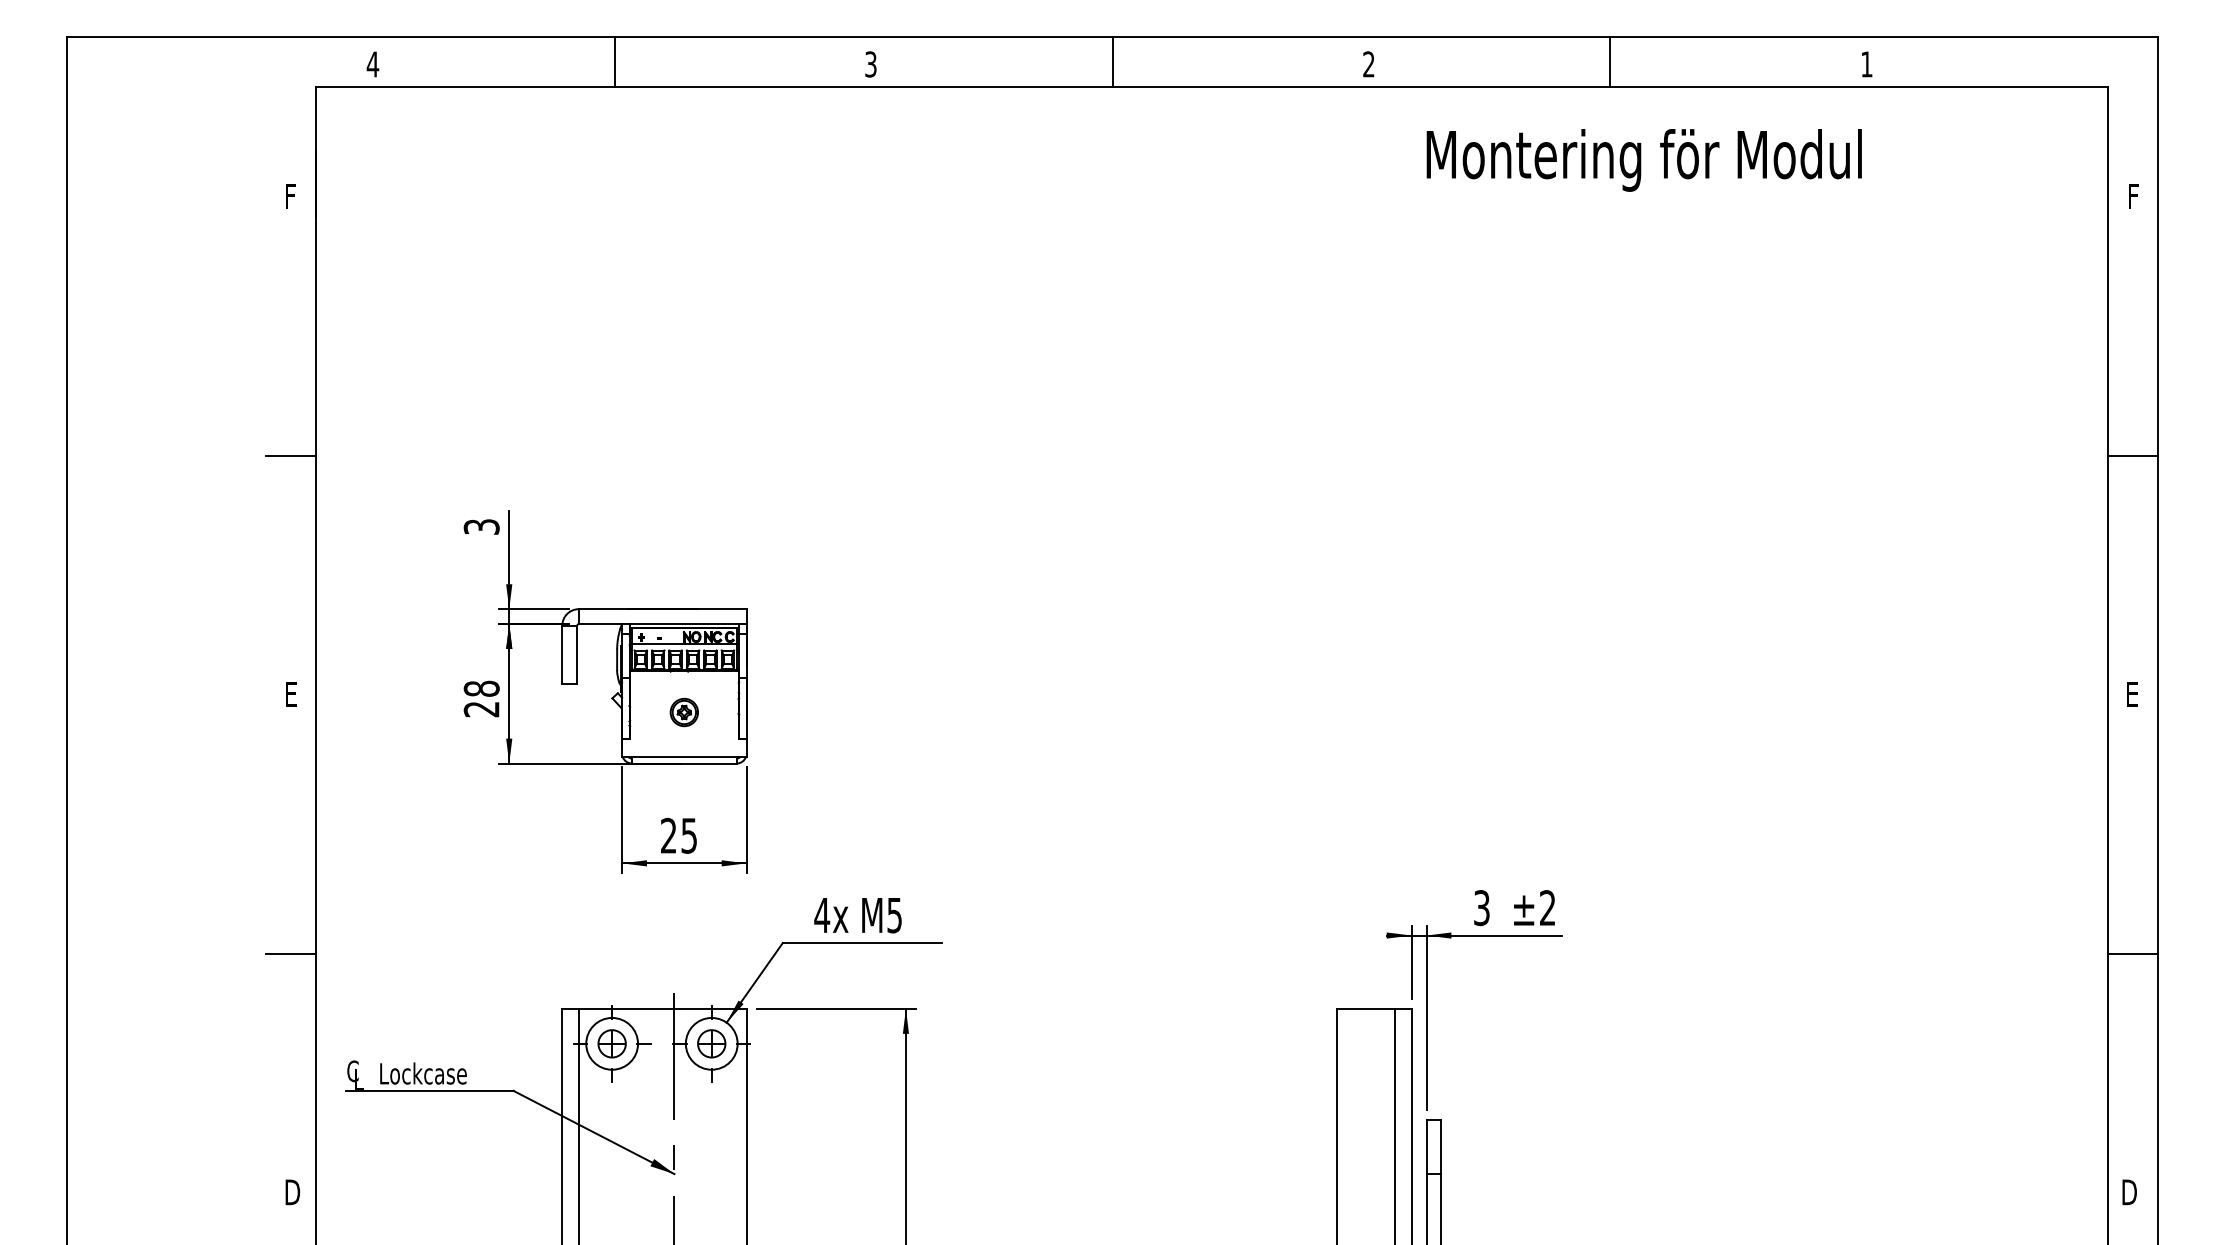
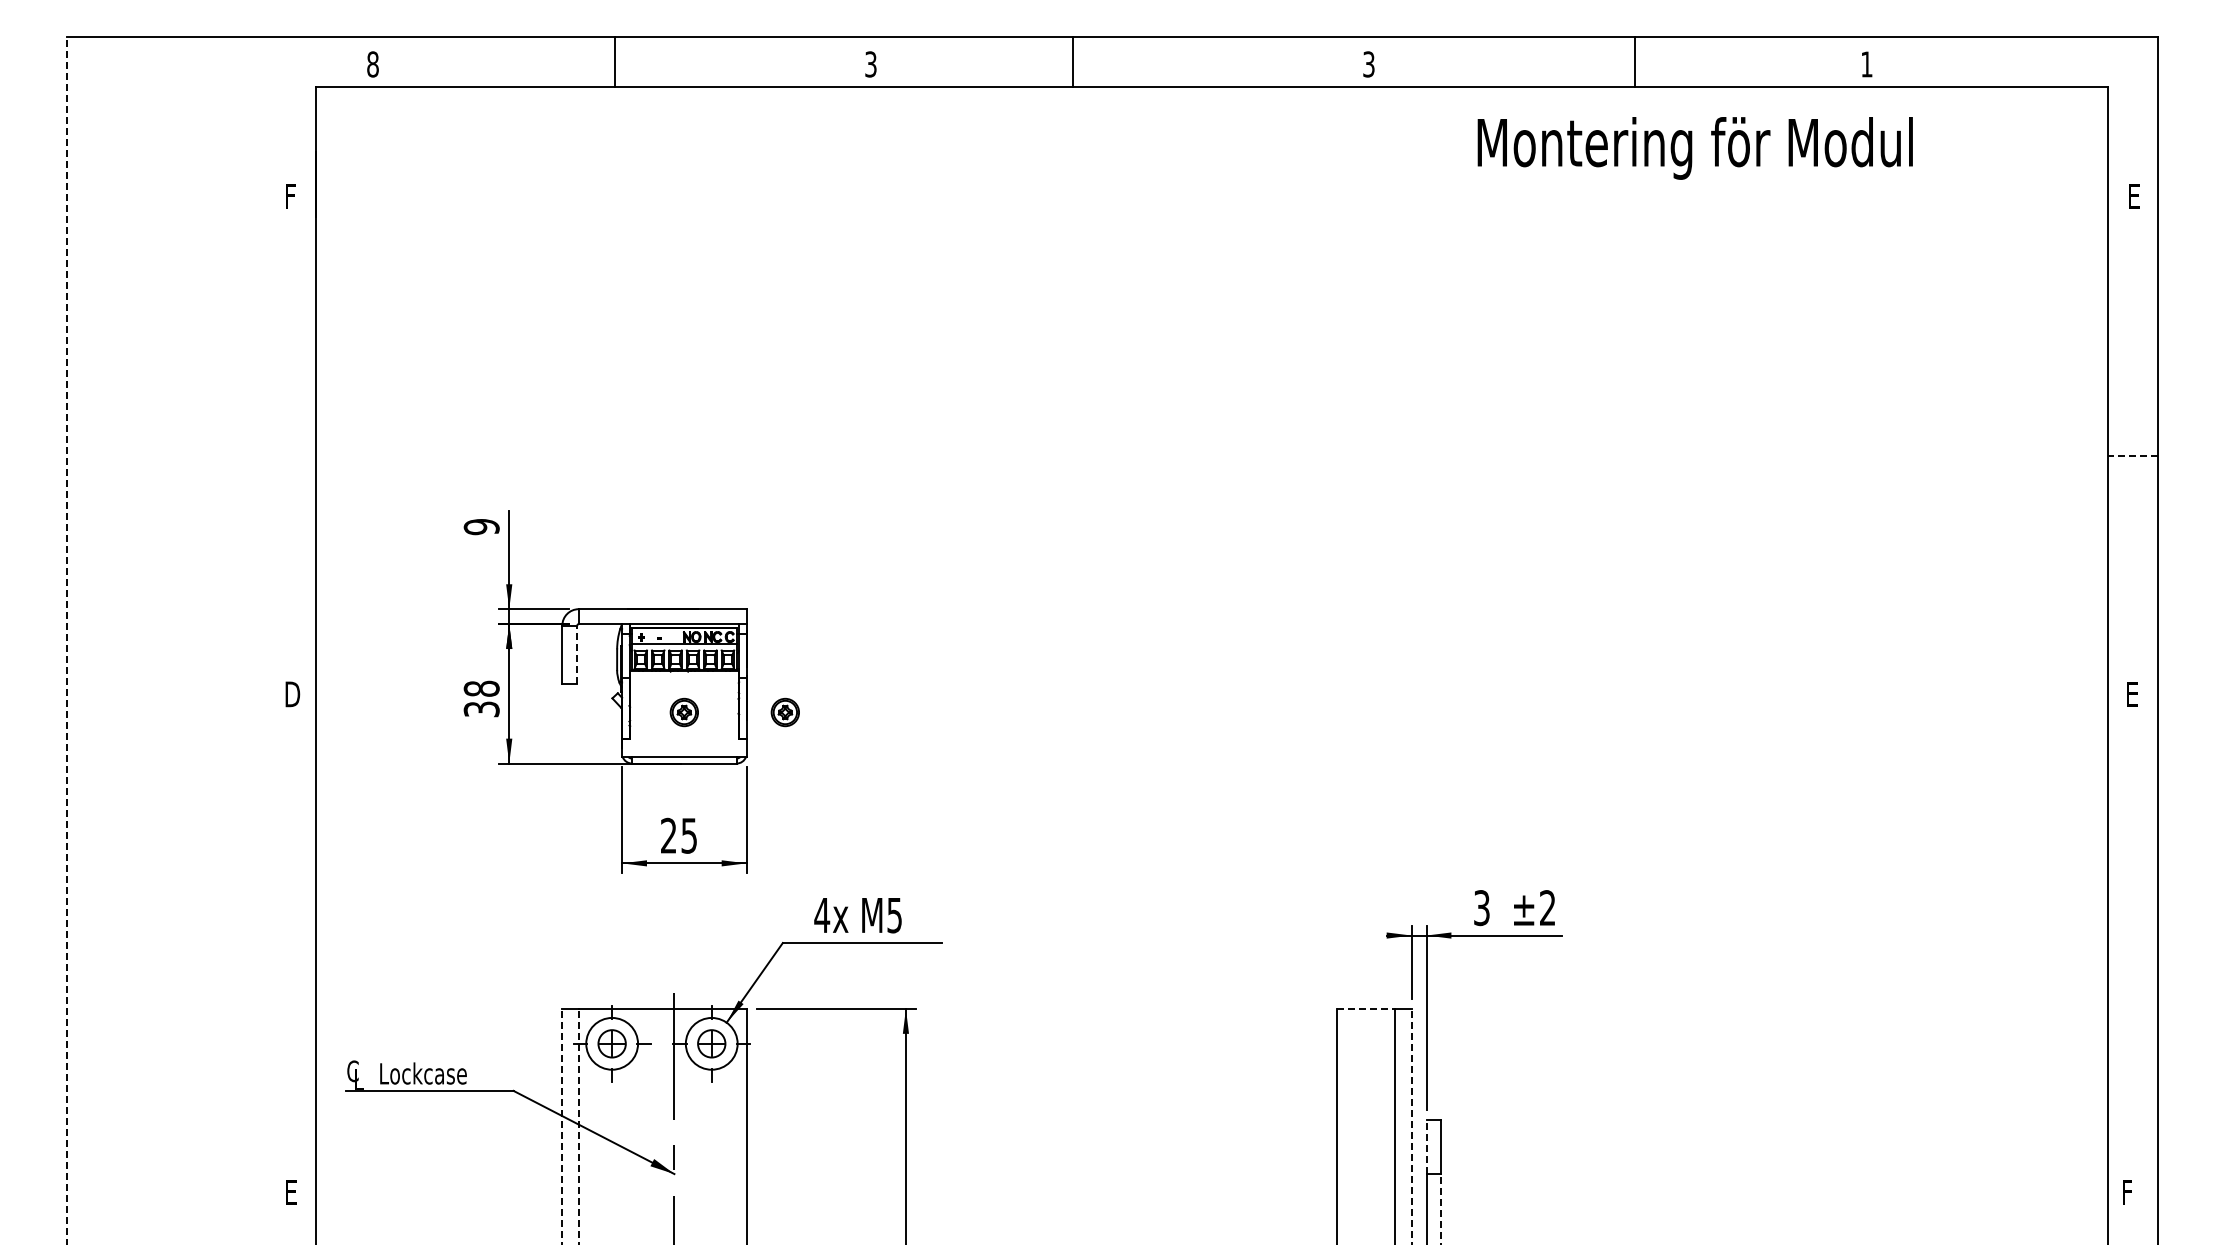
line at (1112, 62) position: (1112, 62) -> (1072, 62)
line at (1610, 62) position: (1610, 62) -> (1635, 62)
text at (372, 64): 4 -> 8
text at (1368, 64): 2 -> 3
text at (1643, 160) position: (1643, 160) -> (1694, 148)
text at (2135, 196): F -> E
line at (290, 455): present -> none
line at (2133, 455): solid -> dashed
text at (481, 527): 3 -> 9
line at (66, 640): solid -> dashed
line at (577, 654): solid -> dashed
text at (292, 694): E -> D
text at (481, 709): 28 -> 38
part at (784, 712): none -> present
line at (290, 953): present -> none
line at (2133, 953): present -> none
line at (1366, 1008): solid -> dashed
line at (562, 1126): solid -> dashed
line at (578, 1126): solid -> dashed
line at (1411, 1126): solid -> dashed
line at (1426, 1146): solid -> dashed
text at (292, 1192): D -> E
text at (2129, 1192): D -> F
line at (1441, 1209): solid -> dashed
